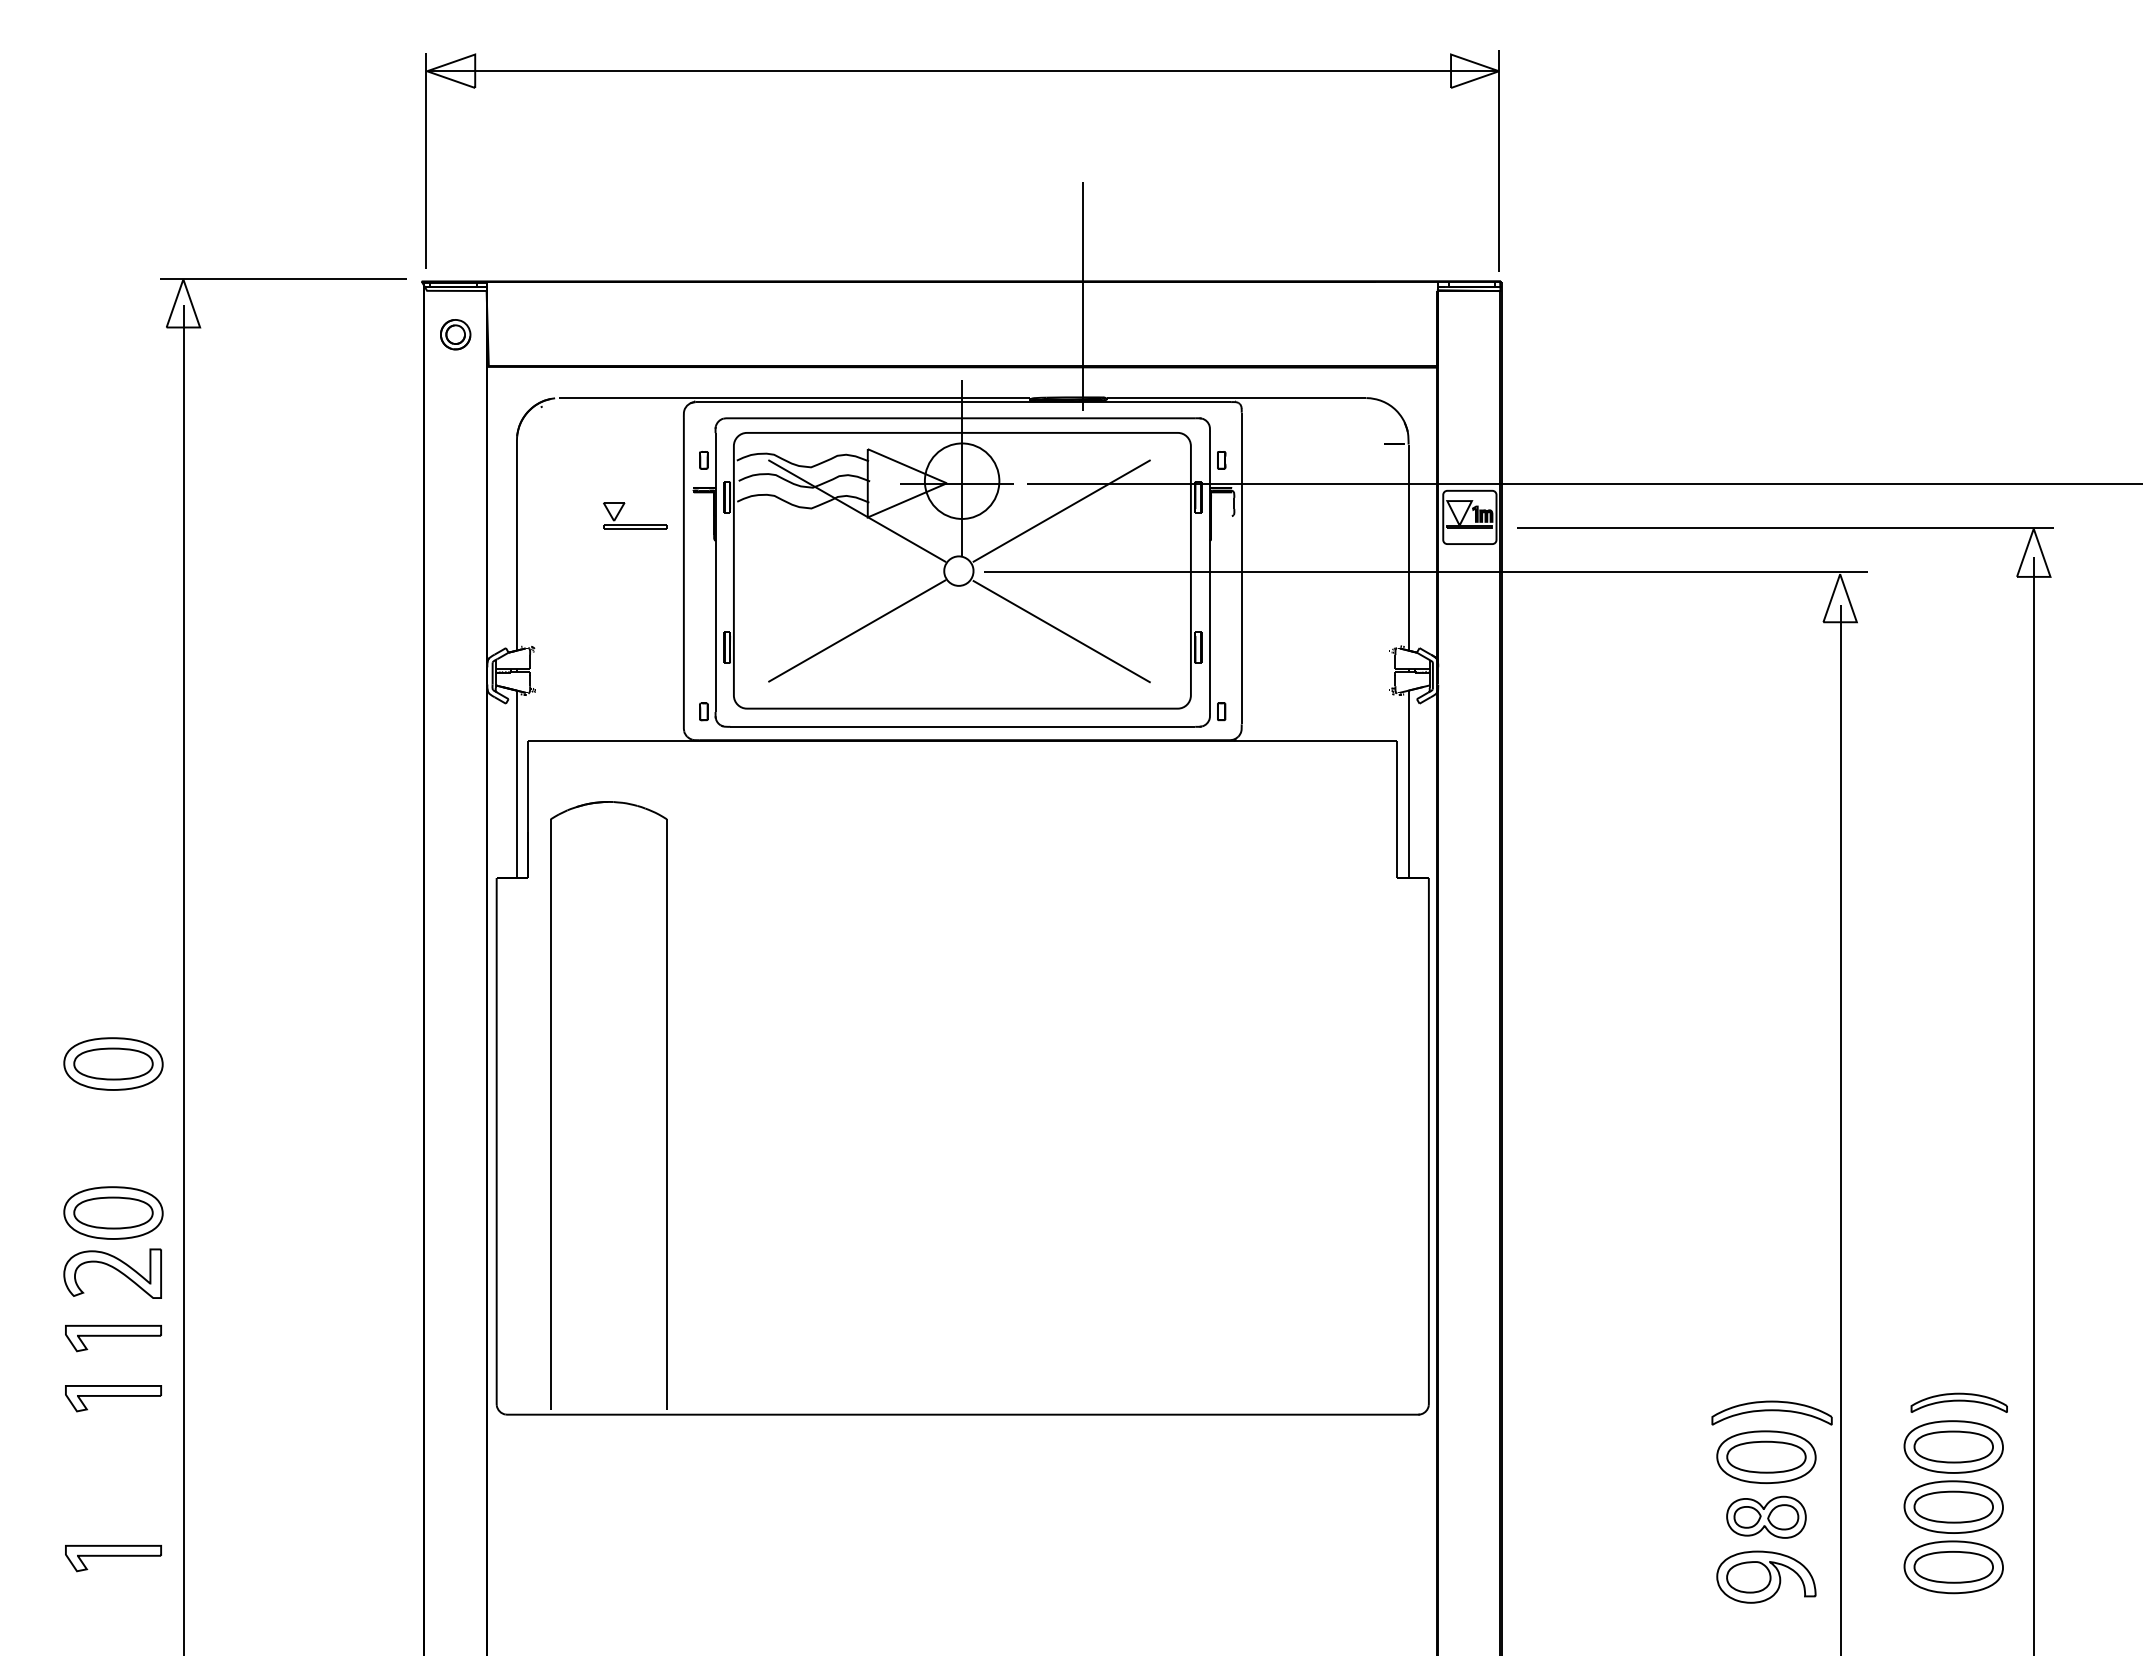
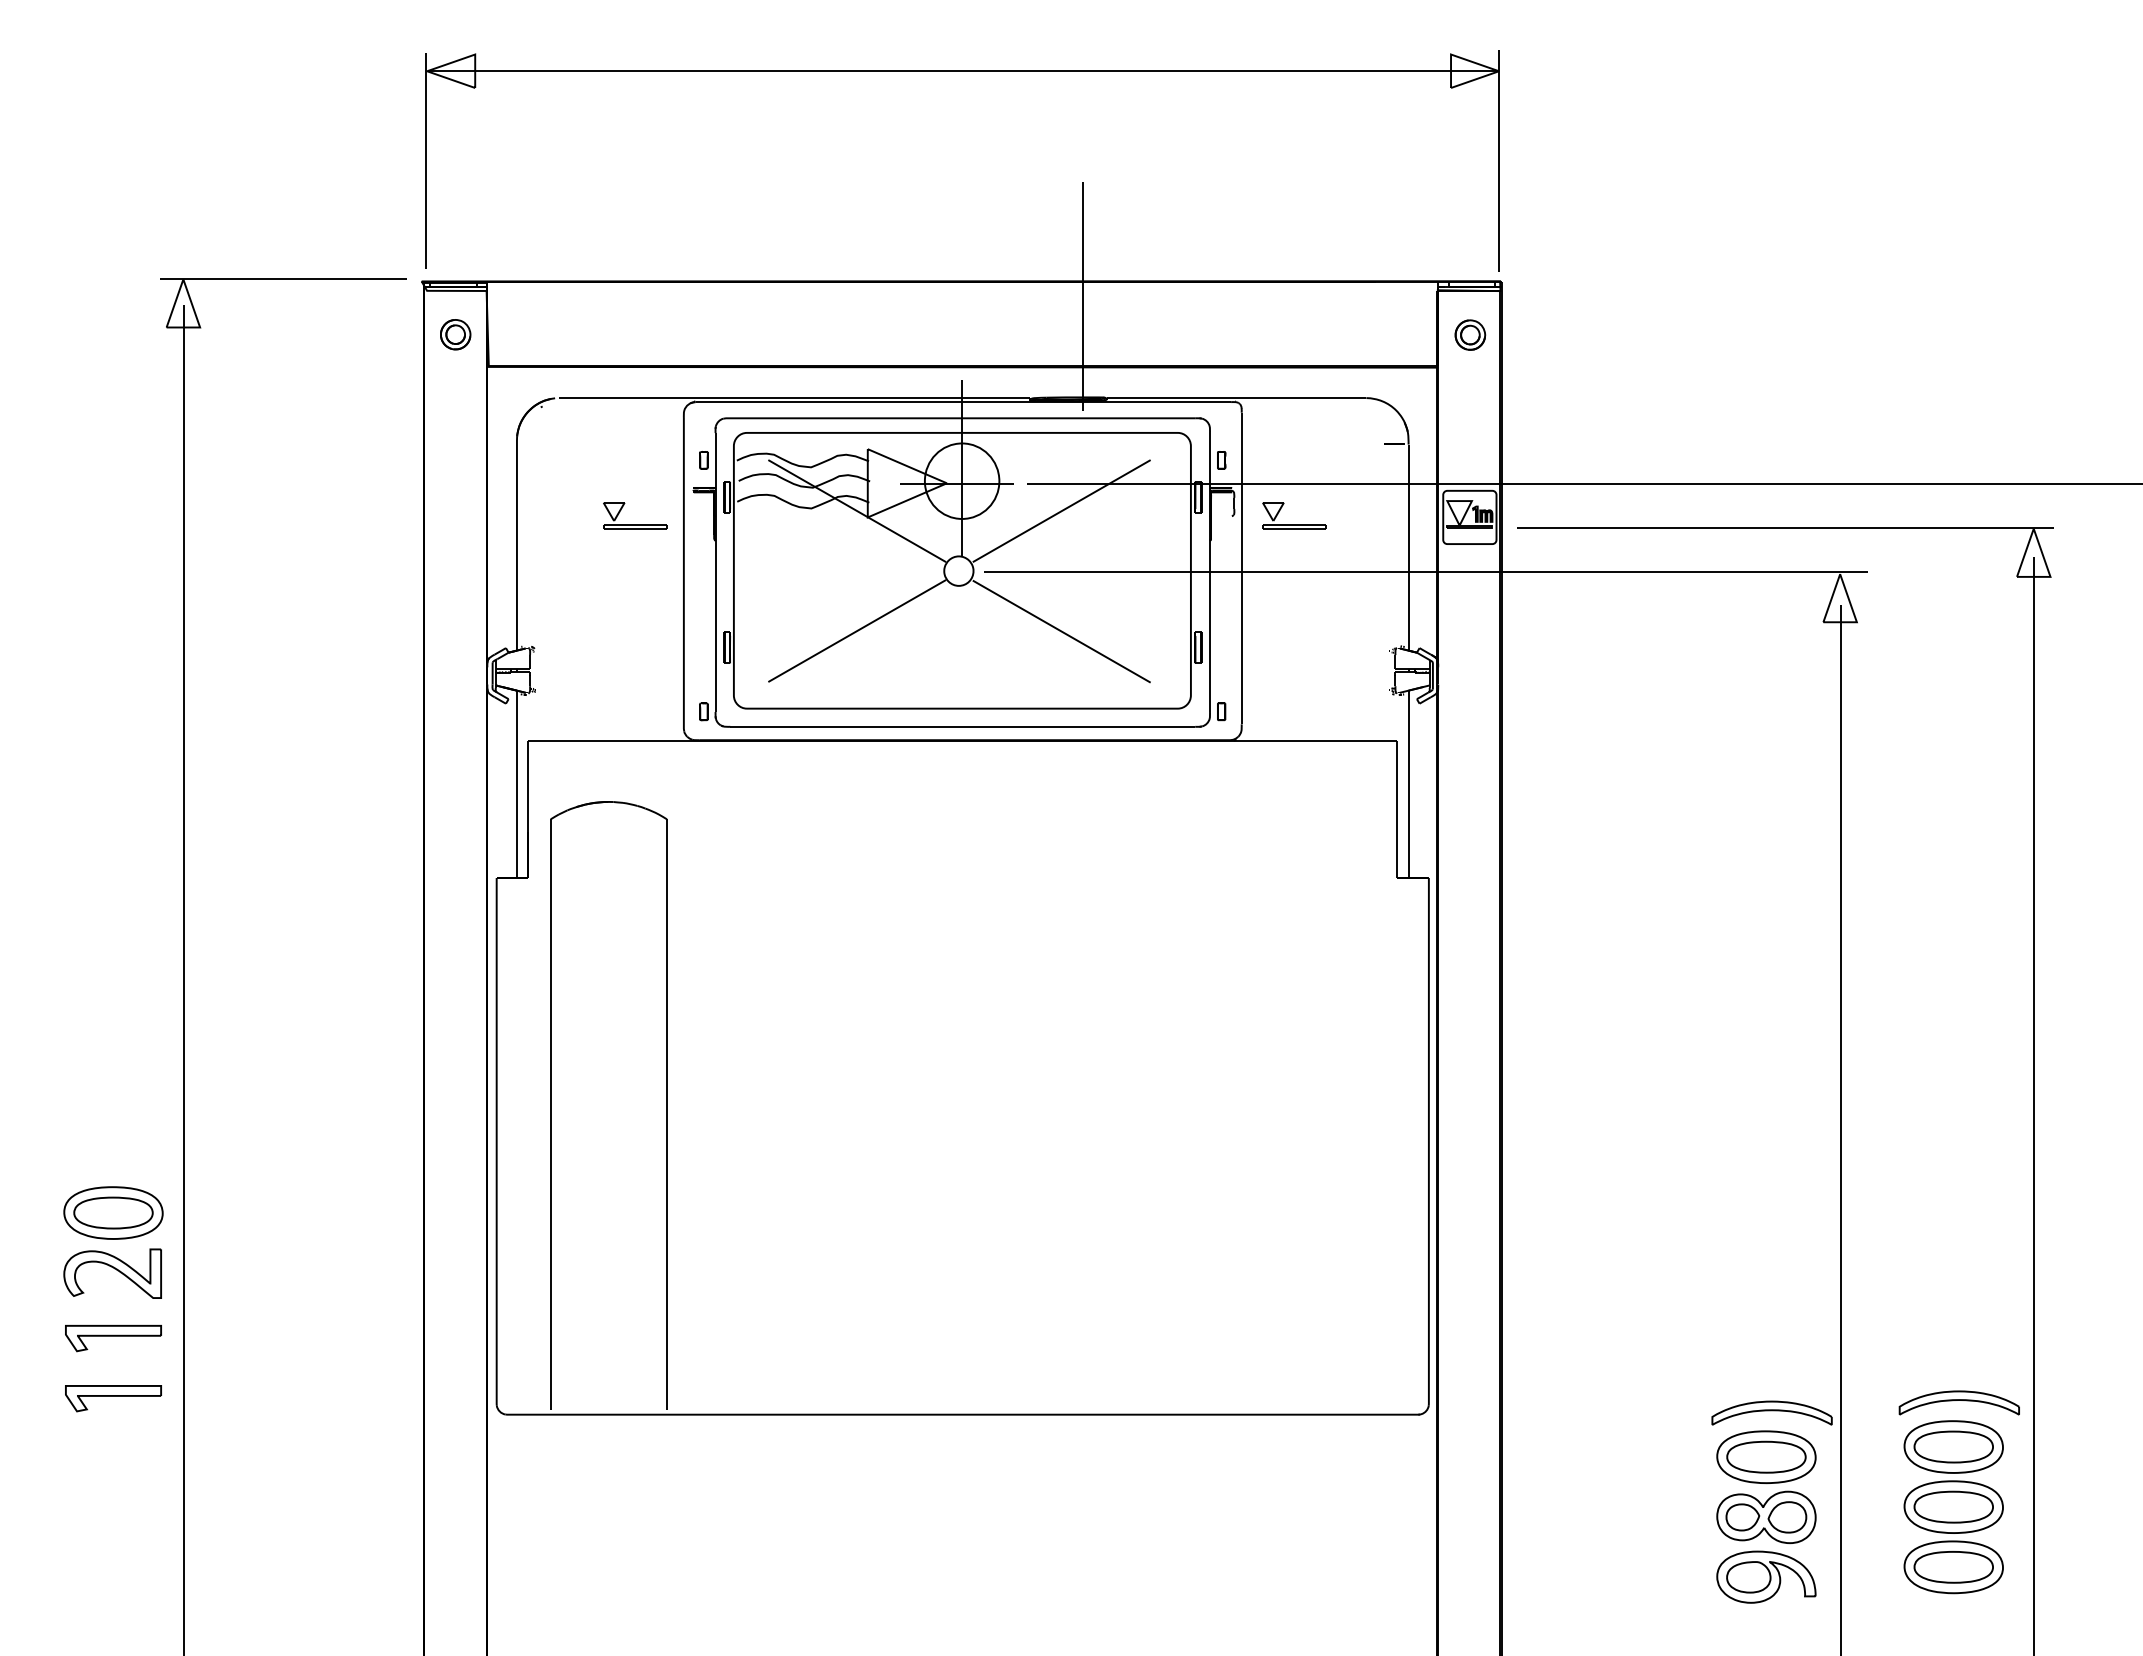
part at (1470, 334): none -> present
part at (1294, 524): none -> present
part at (113, 1063): present -> none
part at (1958, 1402) size: 98x21 px -> 122x26 px
part at (1766, 1516) size: 81x44 px -> 101x54 px
part at (113, 1558): present -> none
